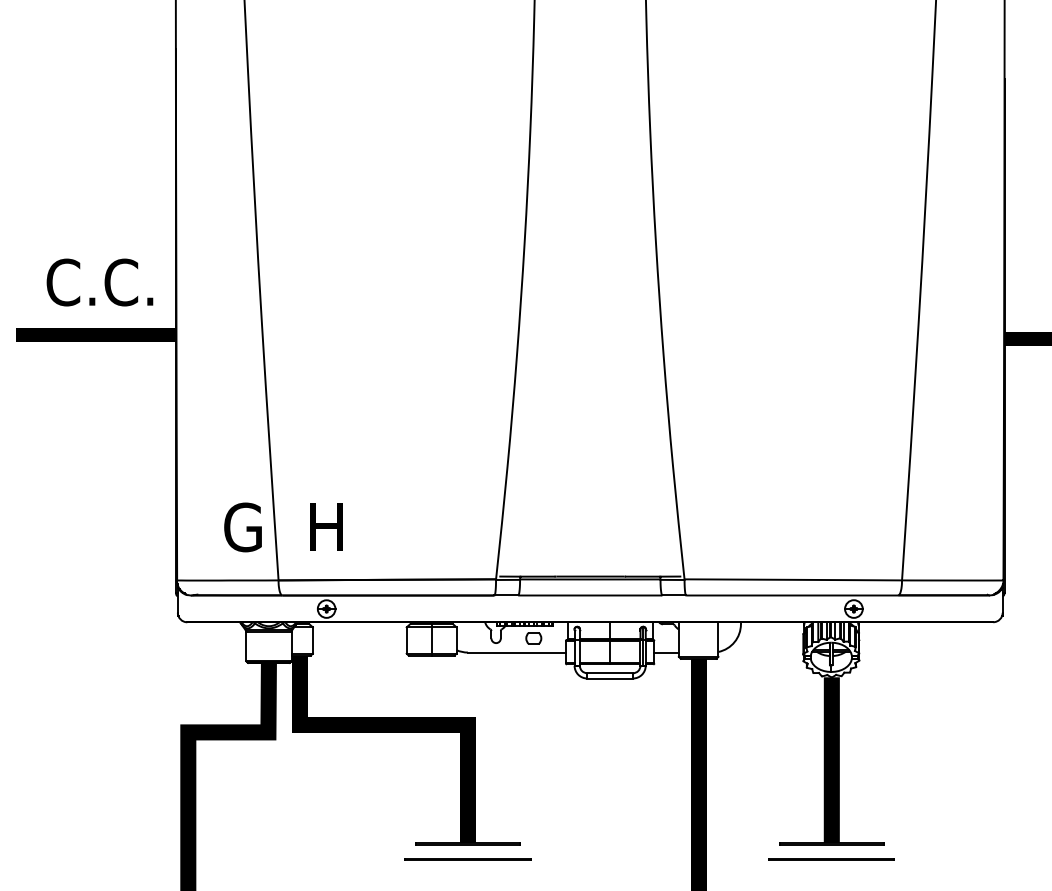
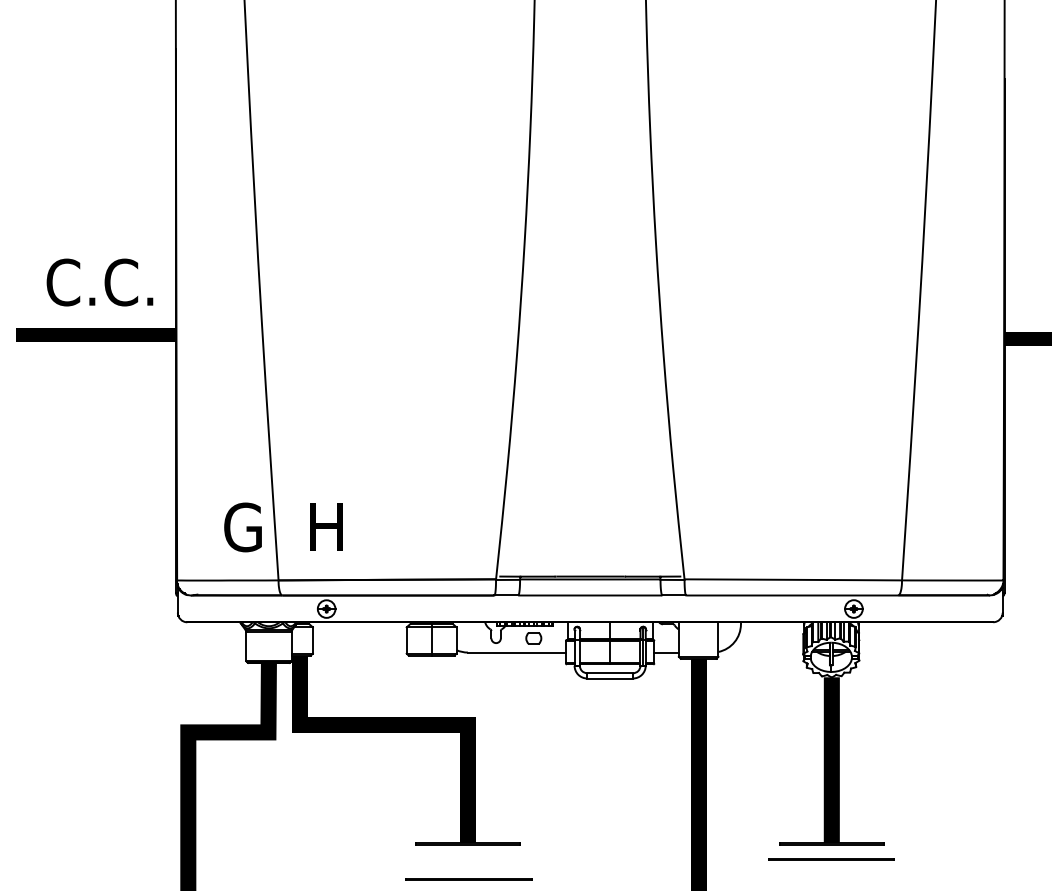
line at (467, 859) position: (467, 859) -> (468, 879)
